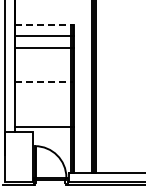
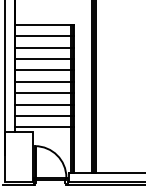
line at (44, 24): dashed -> solid
line at (43, 59): none -> present
line at (43, 70): none -> present
line at (44, 81): dashed -> solid
line at (43, 93): none -> present
line at (43, 104): none -> present
line at (43, 115): none -> present
